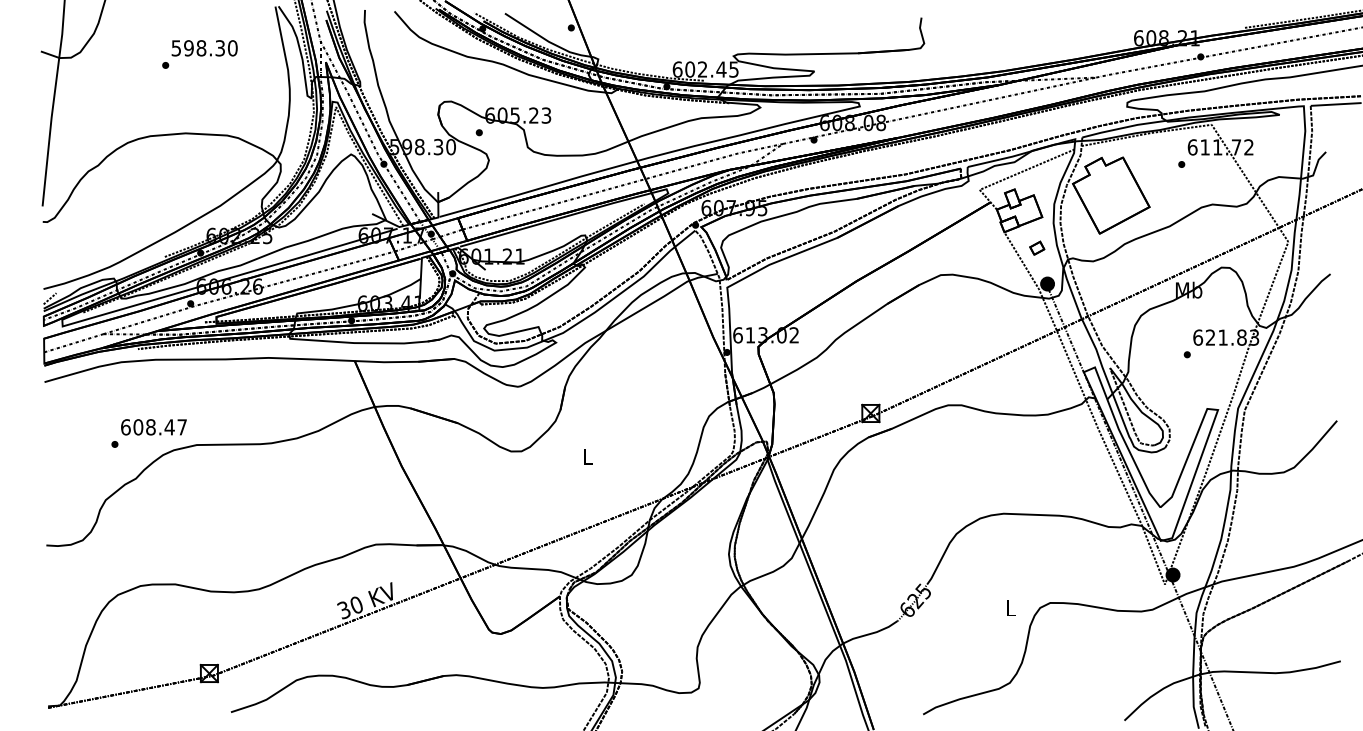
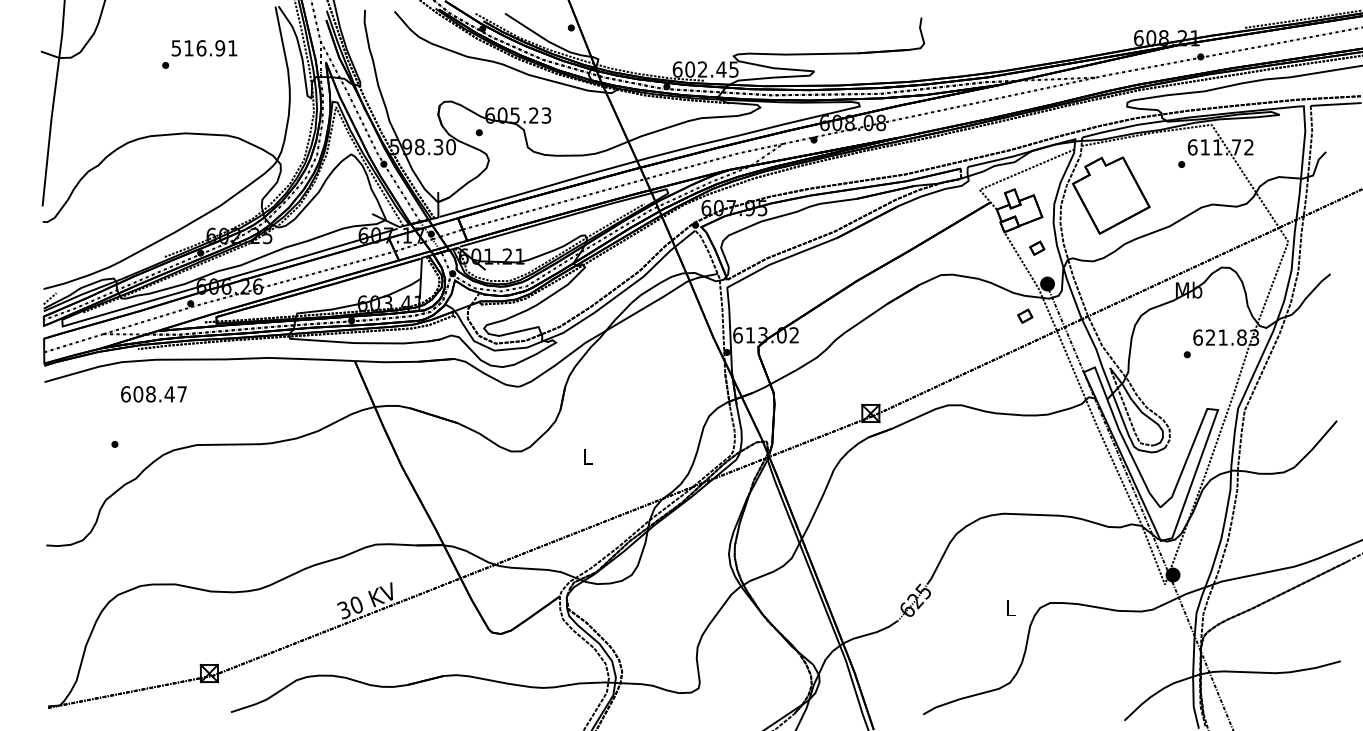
text at (210, 48): 598.30 -> 516.91
part at (1025, 315): none -> present
text at (153, 427) position: (153, 427) -> (153, 394)
